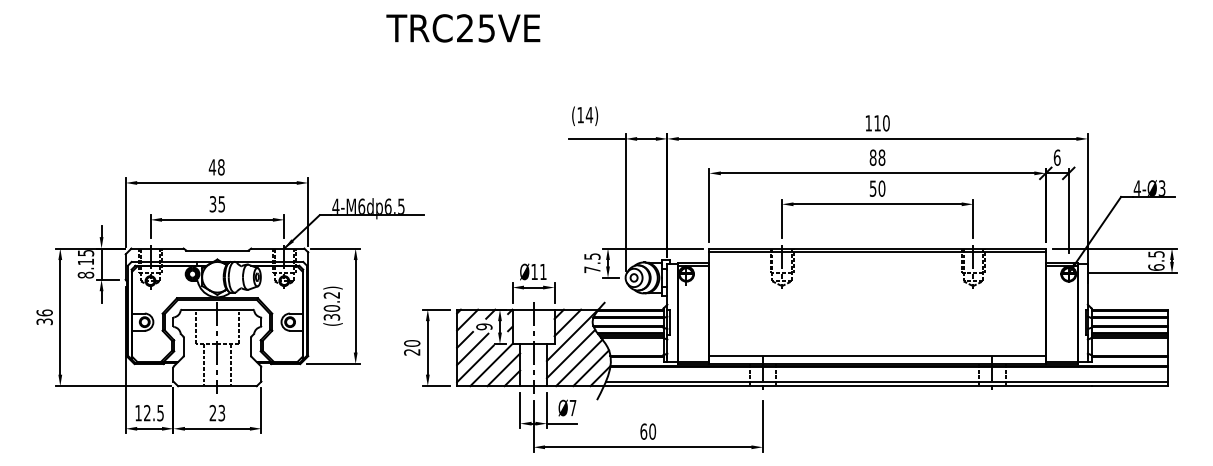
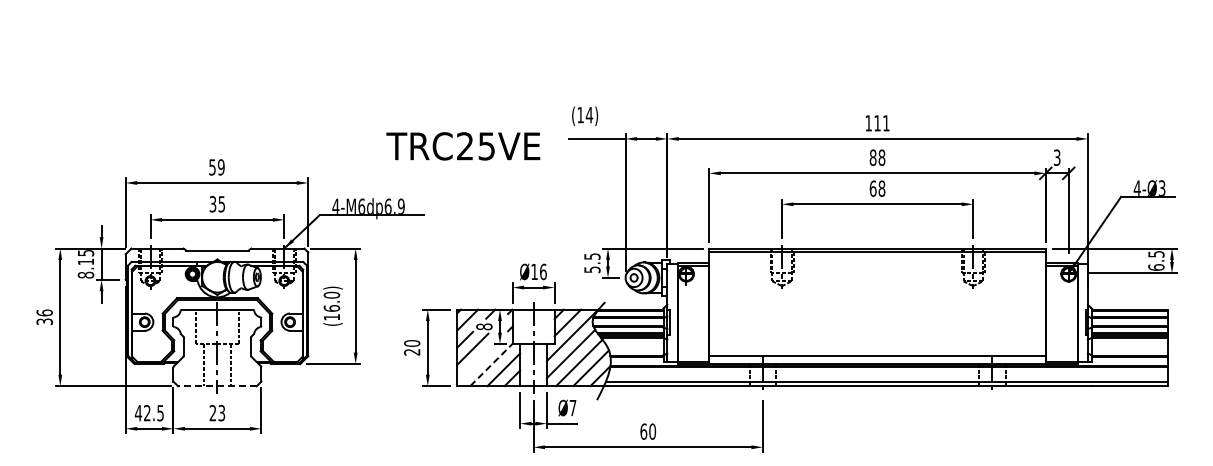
text at (463, 28) position: (463, 28) -> (463, 146)
text at (886, 123): 110 -> 111
text at (1056, 157): 6 -> 3
text at (216, 167): 48 -> 59
text at (877, 188): 50 -> 68
text at (401, 205): 4-M6dp6.5 -> 4-M6dp6.9
text at (592, 269): 7.5 -> 5.5
text at (543, 271): Ø11 -> Ø16
text at (331, 305): (30.2) -> (16.0)
text at (484, 326): 9 -> 8
line at (475, 363): present -> none
line at (491, 365): solid -> dashed
line at (216, 386): solid -> dashed
text at (138, 413): 12.5 -> 42.5
